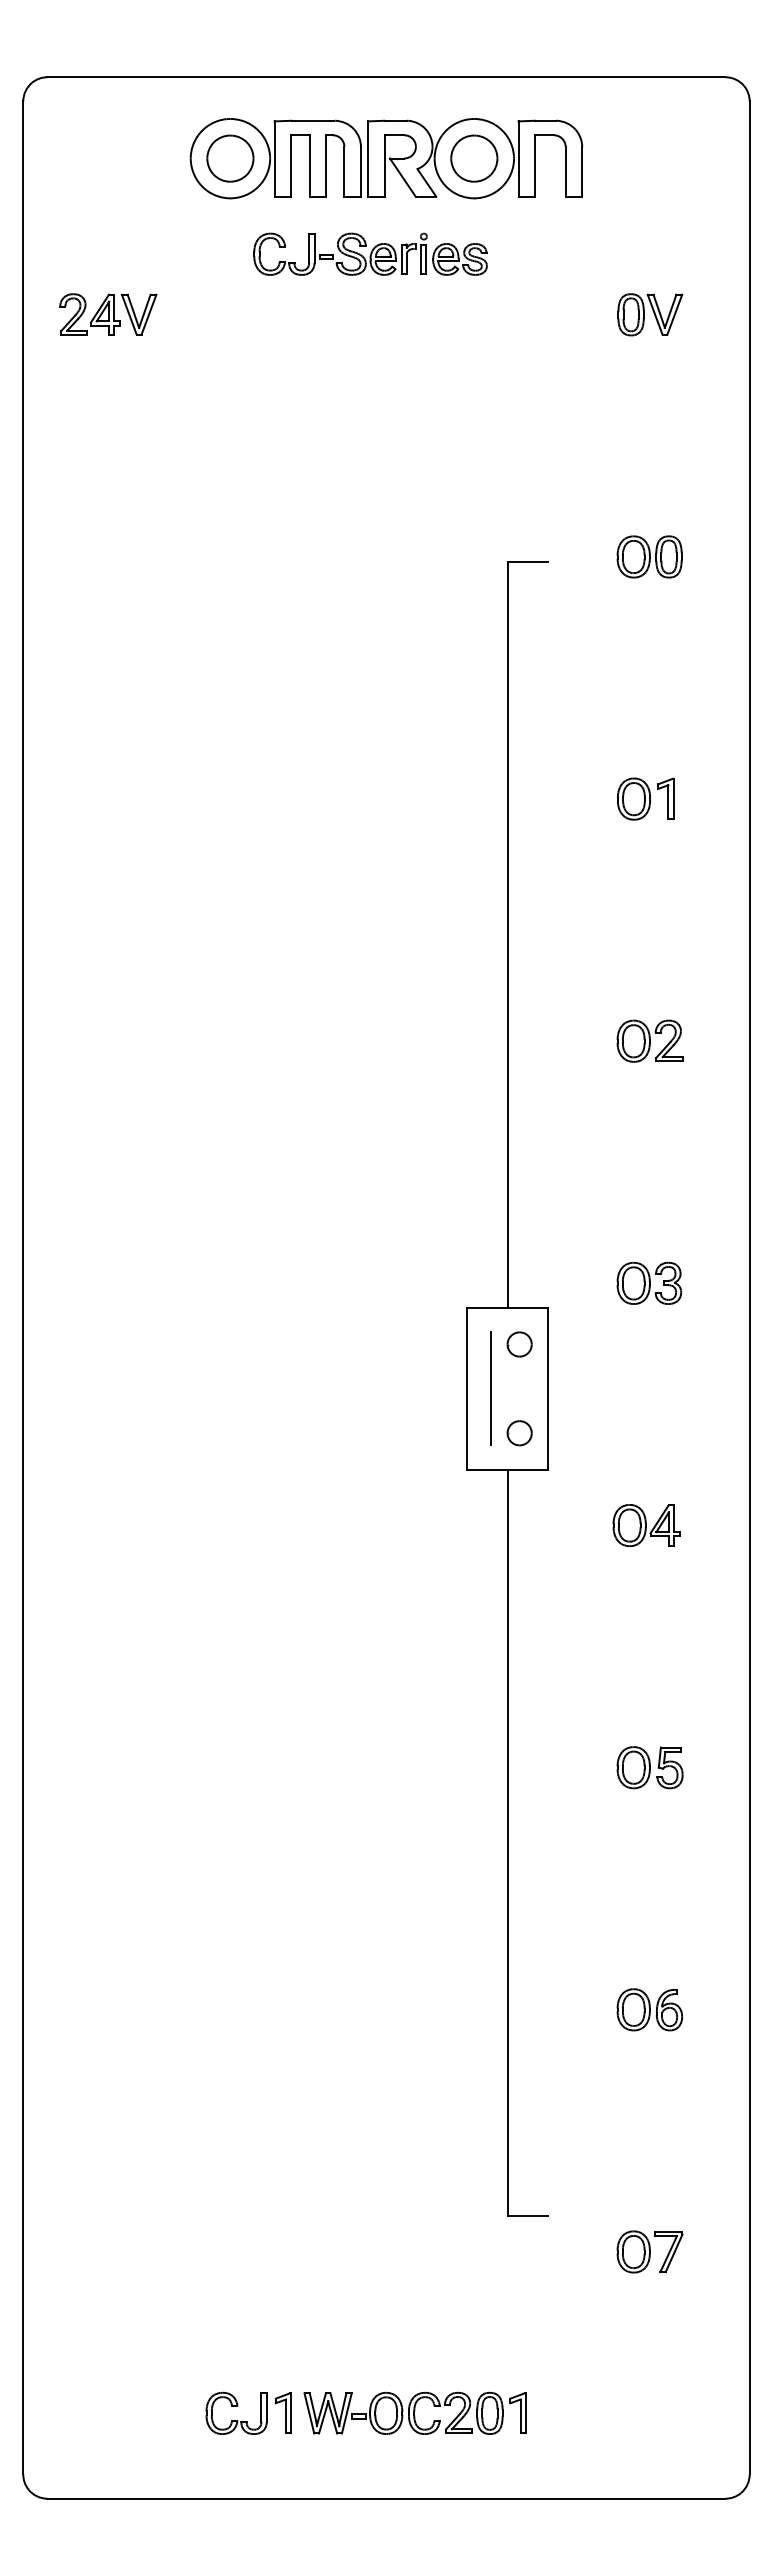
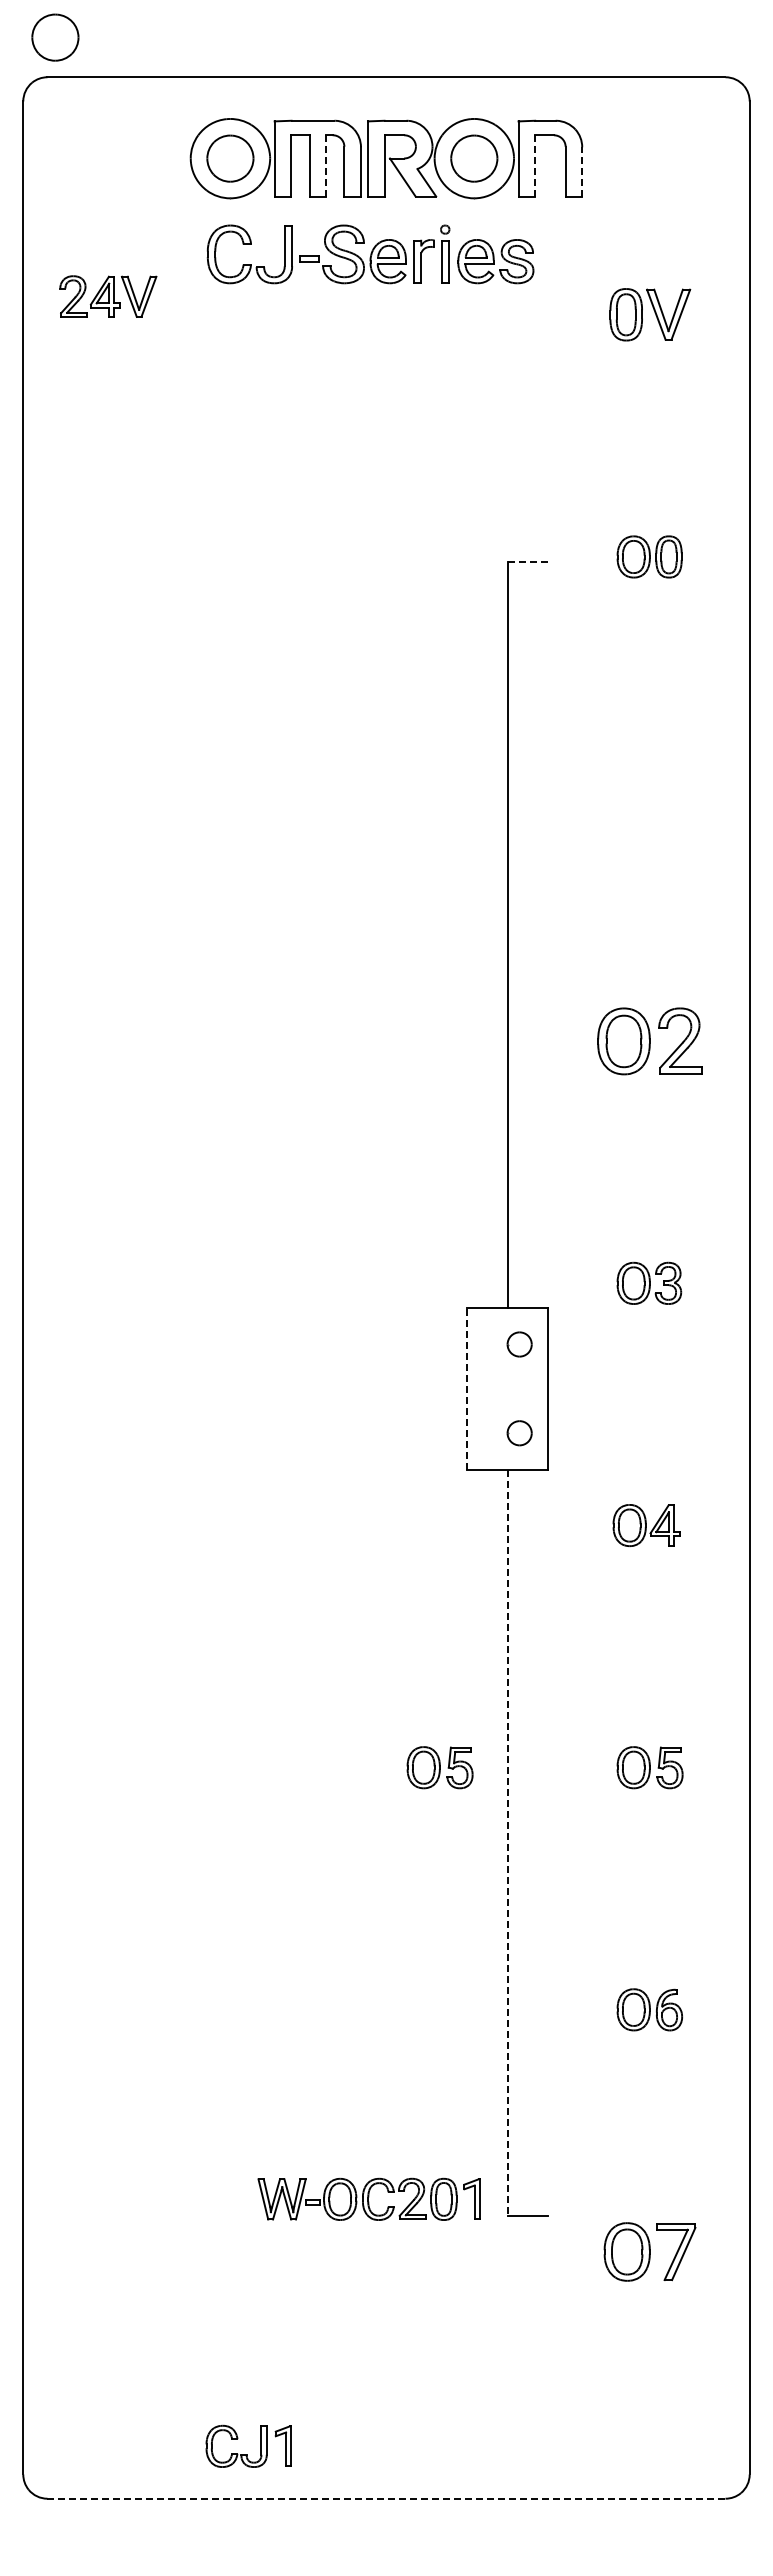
part at (55, 37): none -> present
line at (326, 165): solid -> dashed
line at (535, 165): solid -> dashed
line at (582, 171): solid -> dashed
part at (370, 253) size: 235x44 px -> 329x61 px
part at (108, 314) position: (108, 314) -> (108, 296)
part at (650, 314) size: 67x44 px -> 83x54 px
line at (527, 561): solid -> dashed
part at (645, 798): present -> none
part at (649, 1040) size: 68x44 px -> 106x69 px
line at (467, 1388): solid -> dashed
line at (491, 1388): present -> none
part at (439, 1767): none -> present
line at (507, 1843): solid -> dashed
part at (649, 2251) size: 68x44 px -> 94x60 px
part at (414, 2412) position: (414, 2412) -> (368, 2198)
part at (247, 2421) position: (247, 2421) -> (247, 2454)
line at (385, 2498): solid -> dashed
